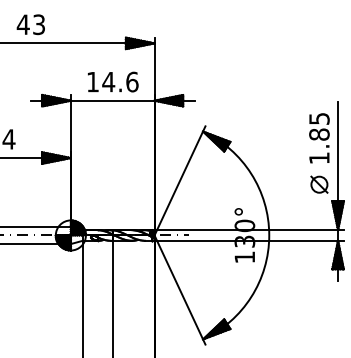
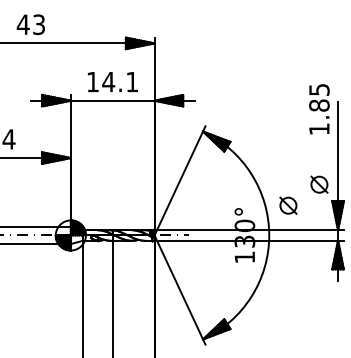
text at (132, 81): 14.6 -> 14.1
text at (319, 138) position: (319, 138) -> (319, 109)
part at (288, 205): none -> present
